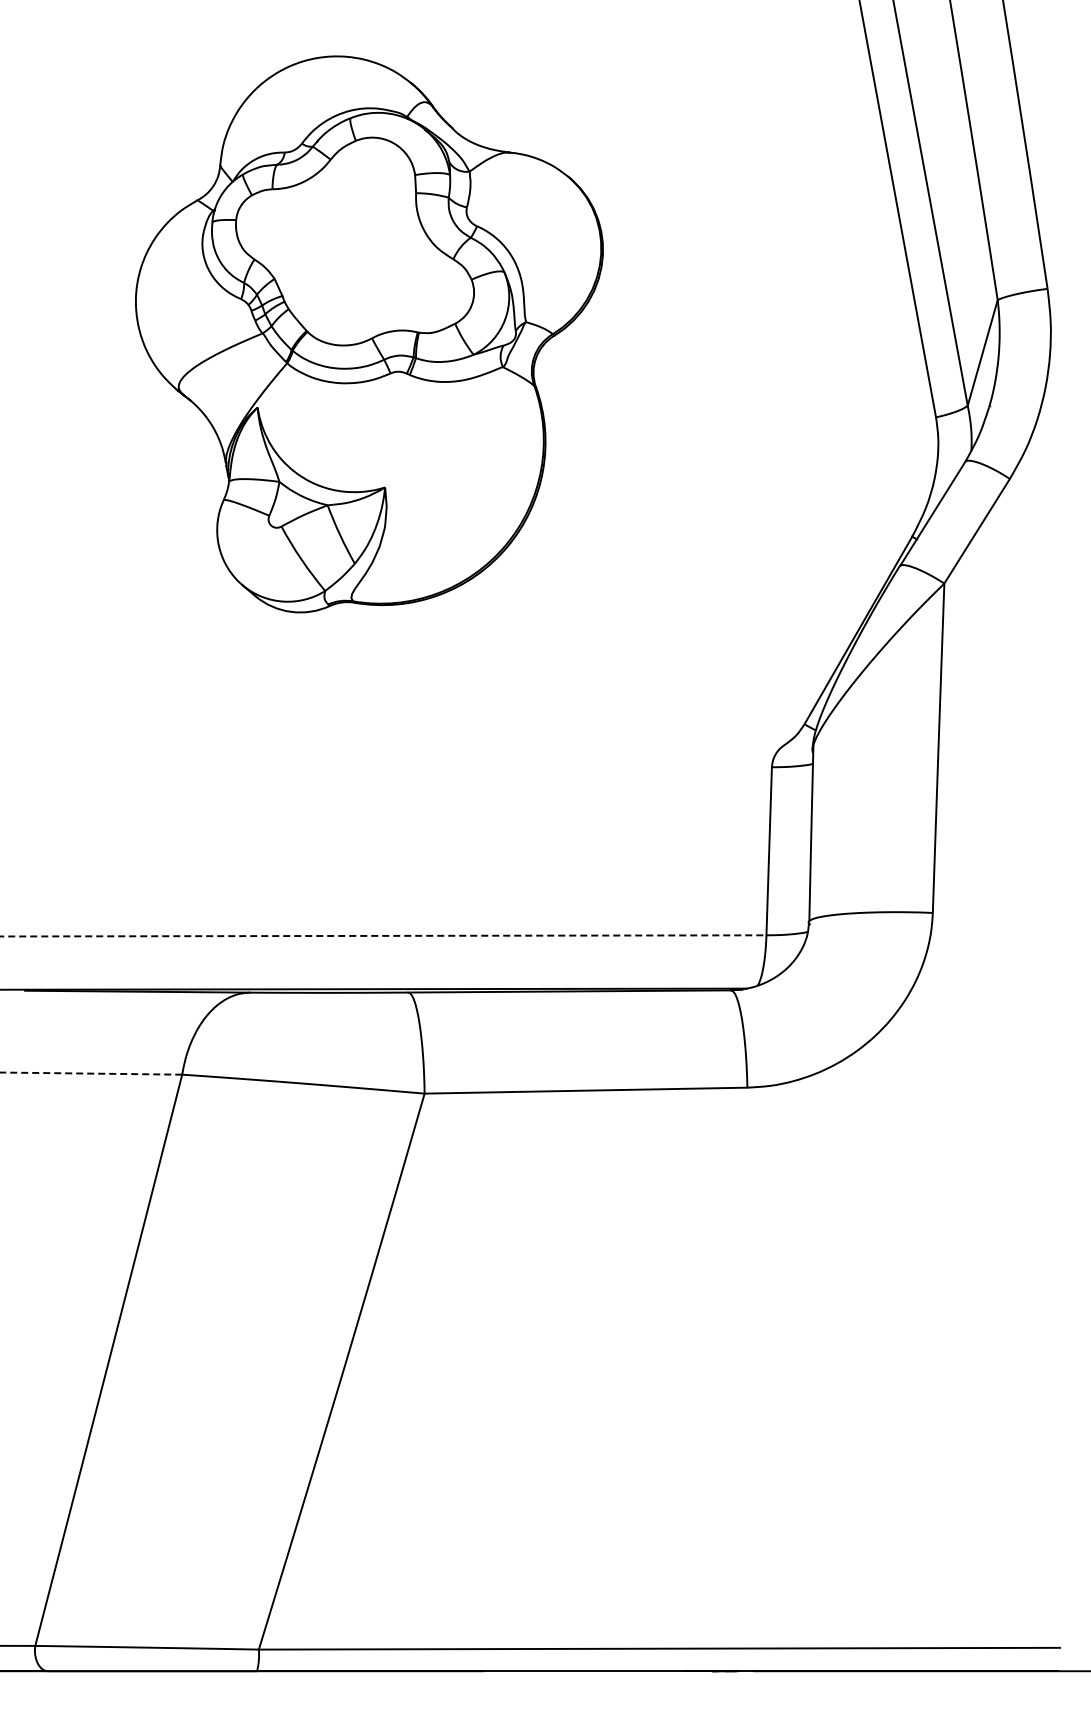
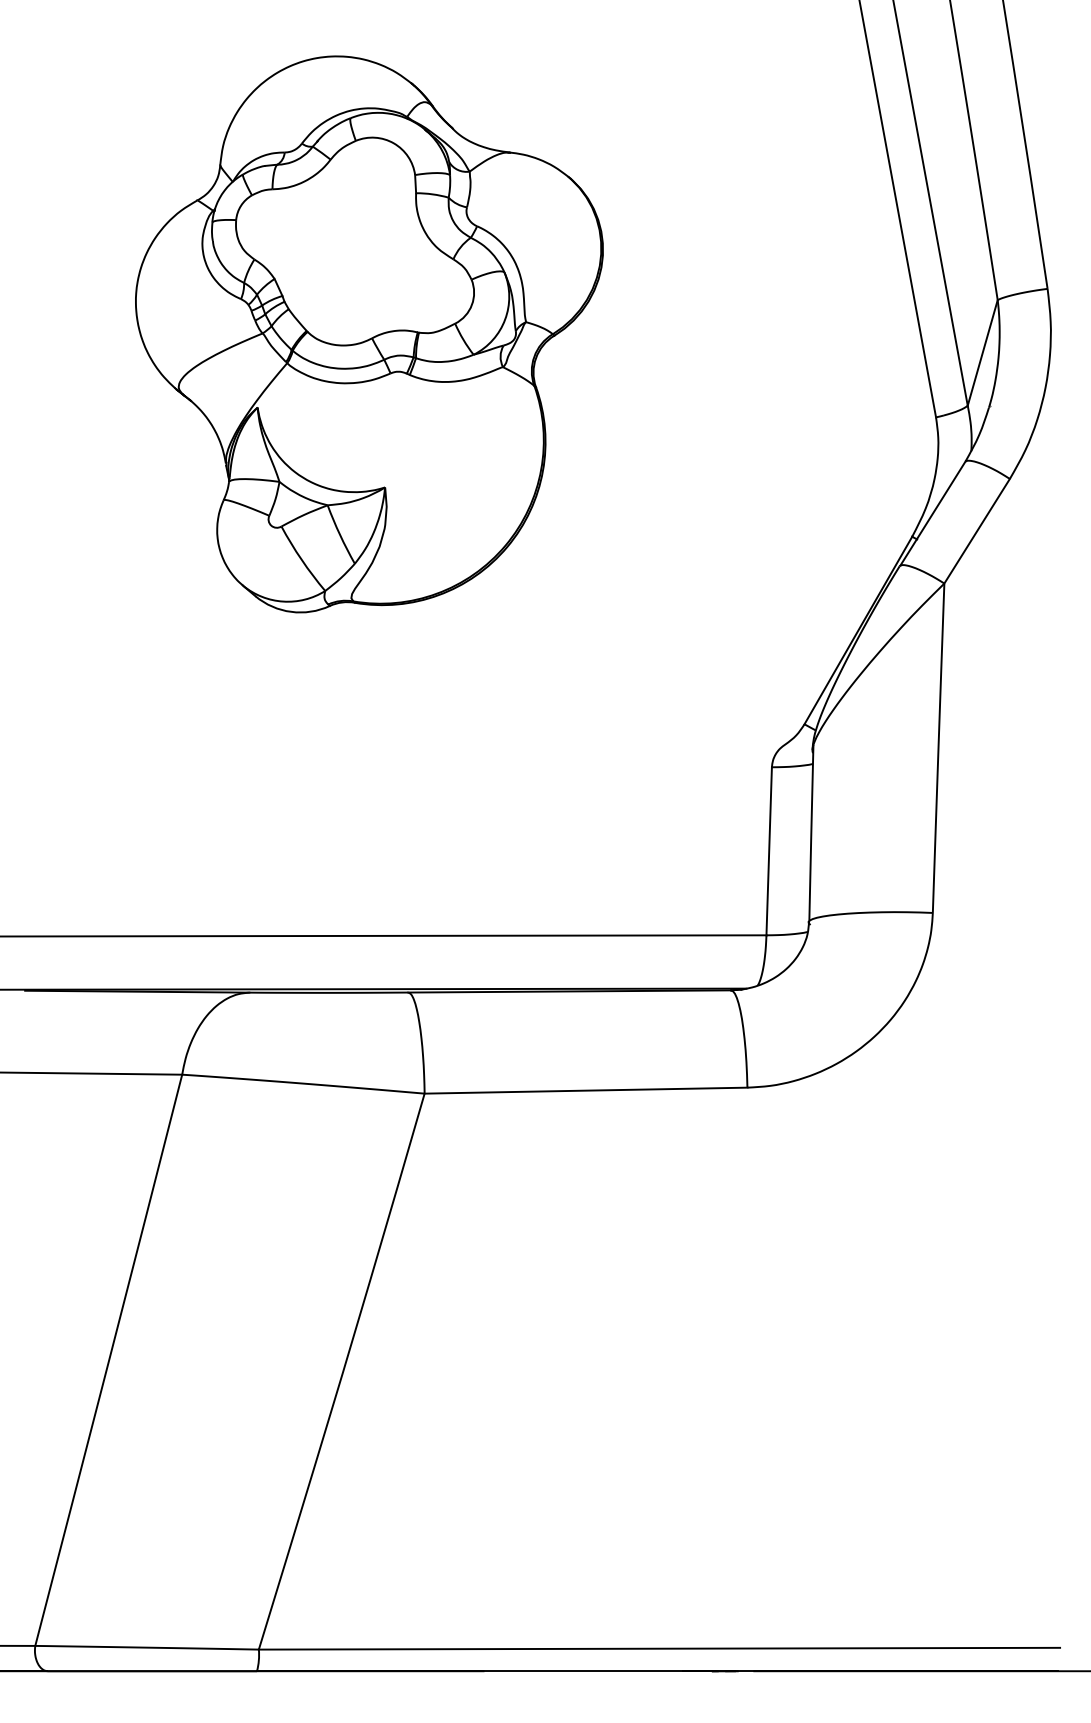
line at (383, 935): dashed -> solid
line at (91, 1073): dashed -> solid
